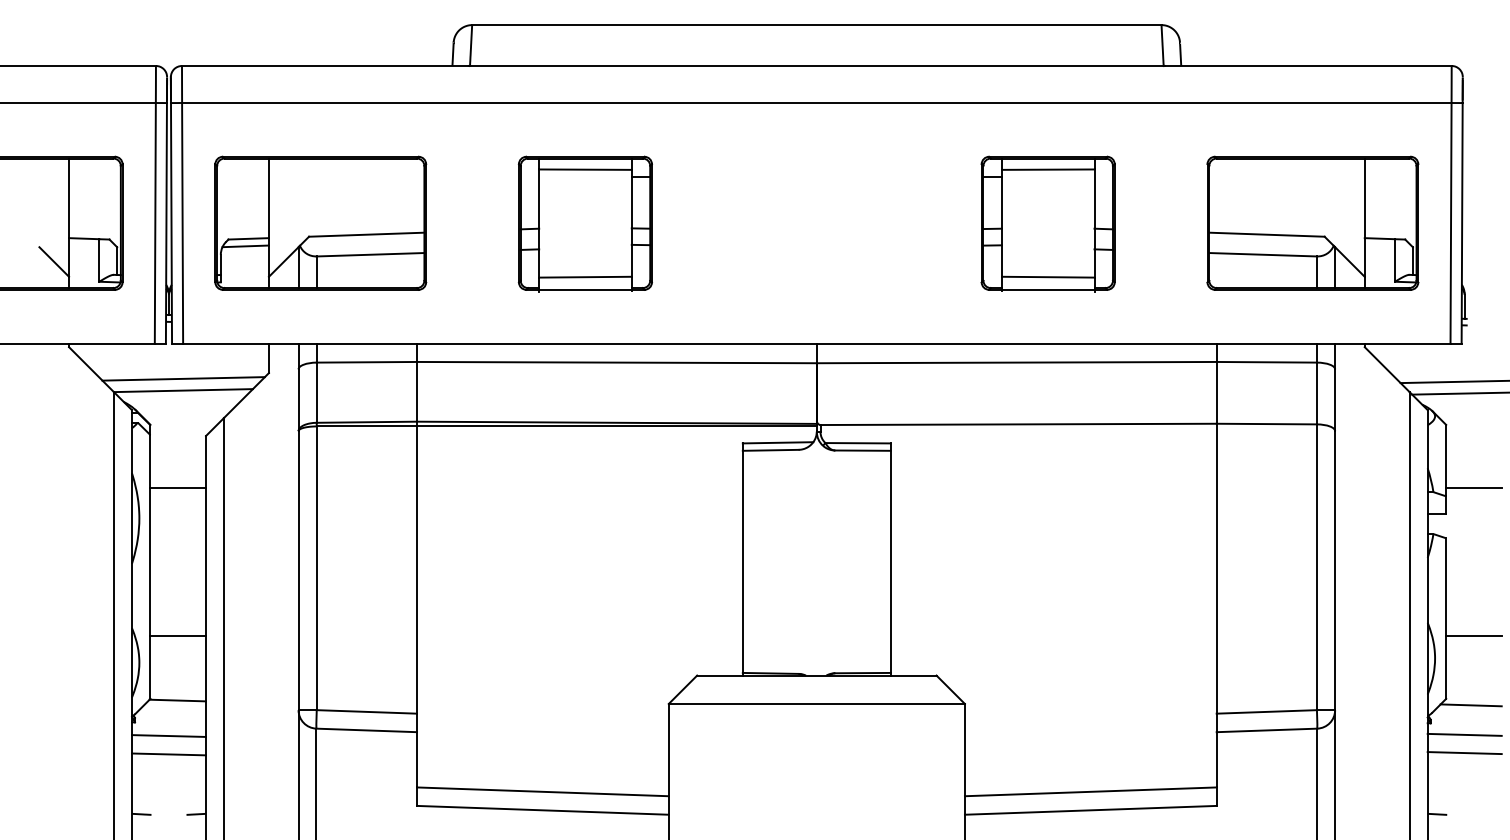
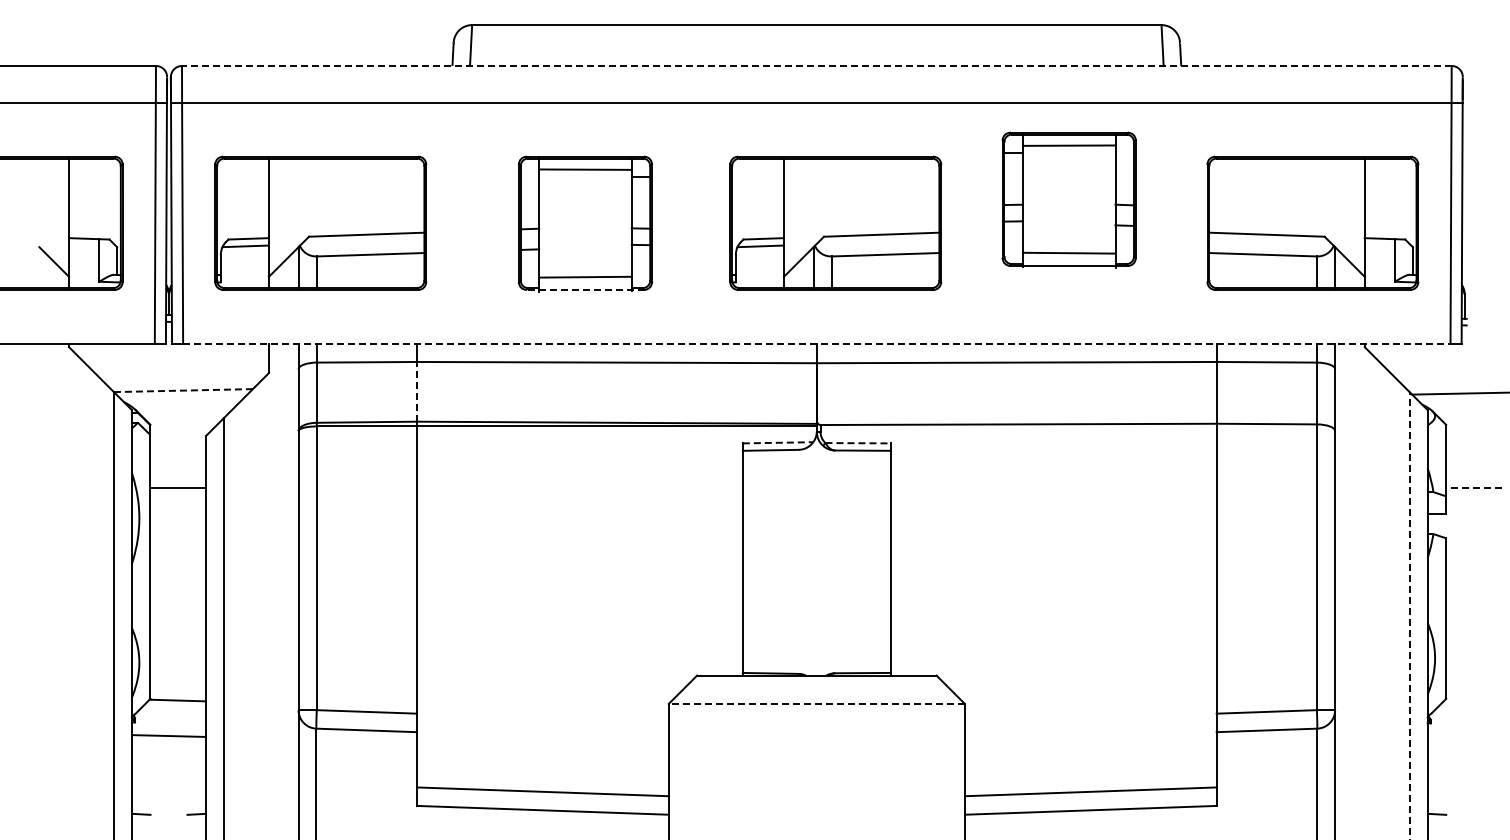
line at (816, 66): solid -> dashed
part at (835, 222): none -> present
part at (1047, 223) position: (1047, 223) -> (1068, 199)
line at (584, 289): solid -> dashed
line at (816, 343): solid -> dashed
line at (183, 378): present -> none
line at (1453, 381): present -> none
line at (182, 390): solid -> dashed
line at (417, 391): solid -> dashed
line at (778, 442): solid -> dashed
line at (858, 443): solid -> dashed
line at (1473, 487): solid -> dashed
line at (1409, 616): solid -> dashed
line at (178, 635): present -> none
line at (1473, 635): present -> none
line at (816, 703): solid -> dashed
line at (1470, 705): present -> none
line at (1464, 734): present -> none
line at (1464, 753): present -> none
line at (168, 754): present -> none
